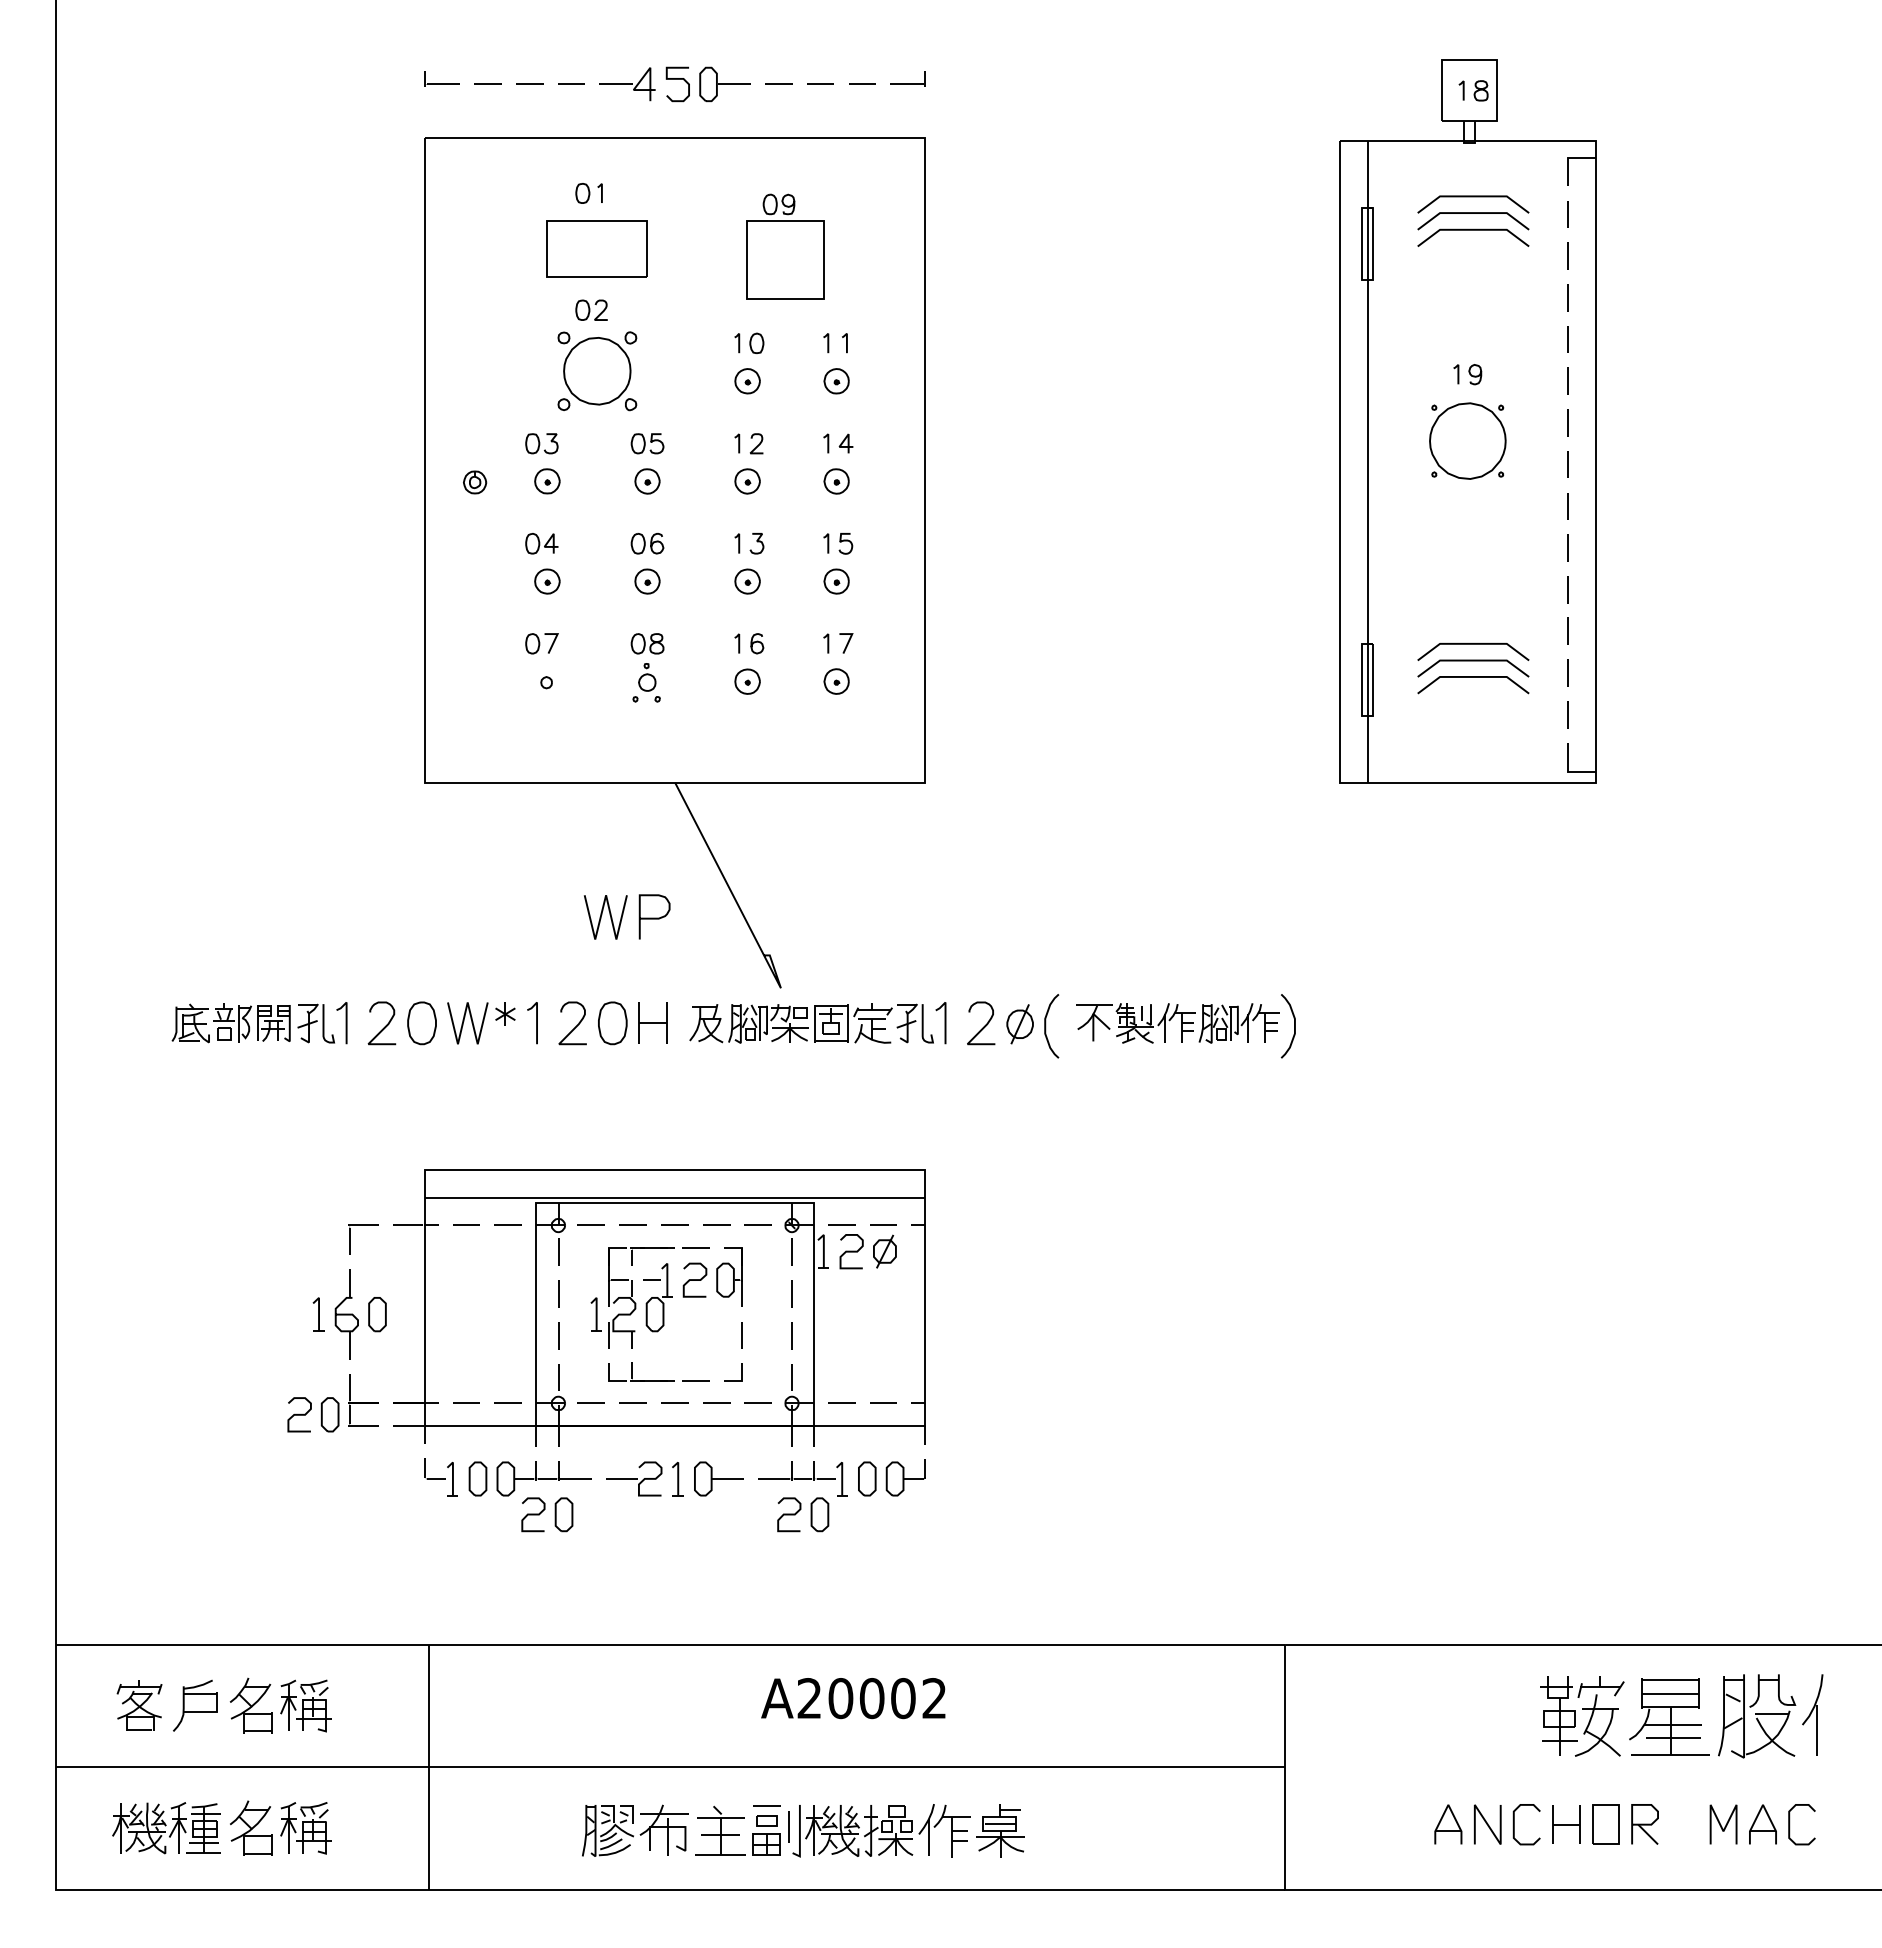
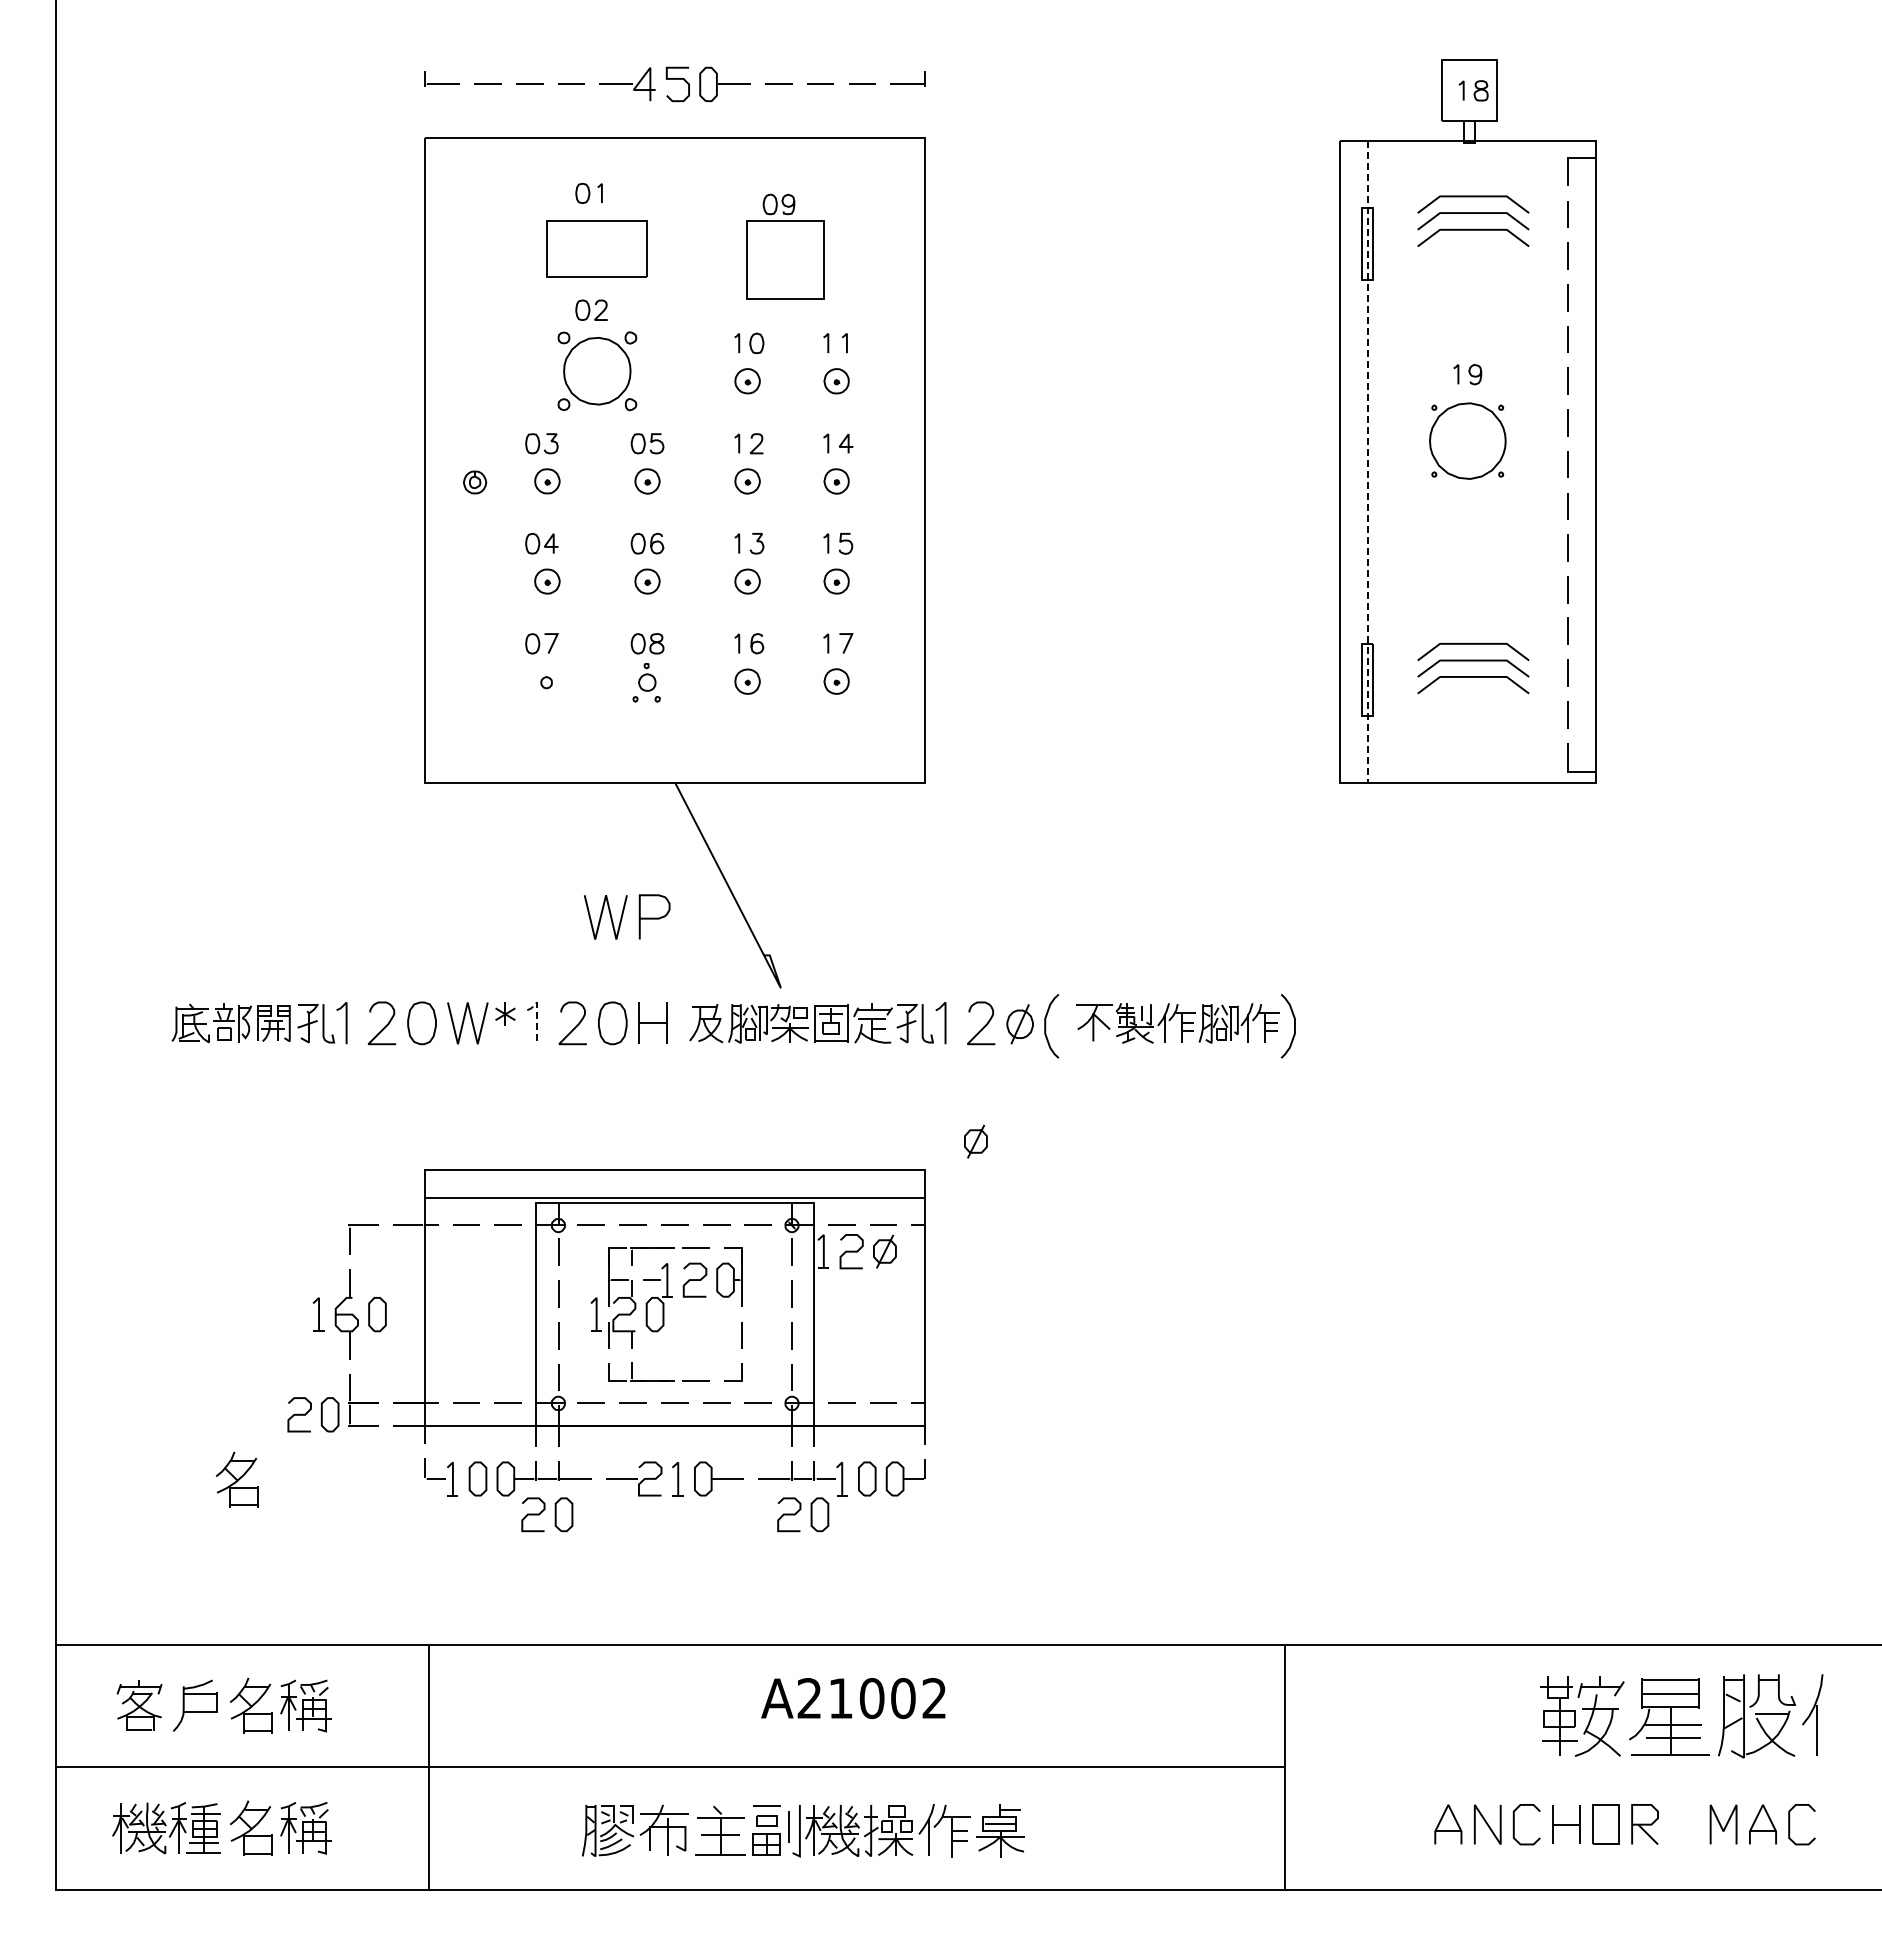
line at (1367, 461): solid -> dashed
line at (537, 1015): solid -> dashed
part at (975, 1141): none -> present
part at (236, 1479): none -> present
text at (840, 1698): A20002 -> A21002
